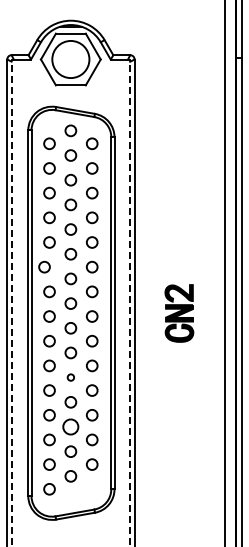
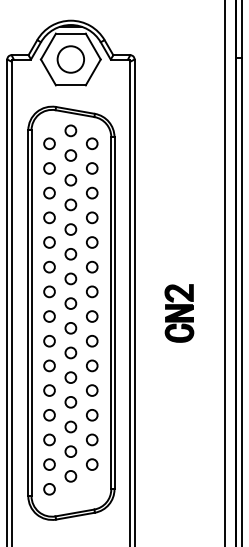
circle at (70, 59) diameter: 37 px -> 27 px
circle at (44, 266) position: (44, 266) -> (49, 266)
line at (11, 302): dashed -> solid
line at (130, 302): dashed -> solid
circle at (70, 377) size: 9x9 px -> 14x13 px
circle at (70, 426) size: 18x18 px -> 14x14 px
